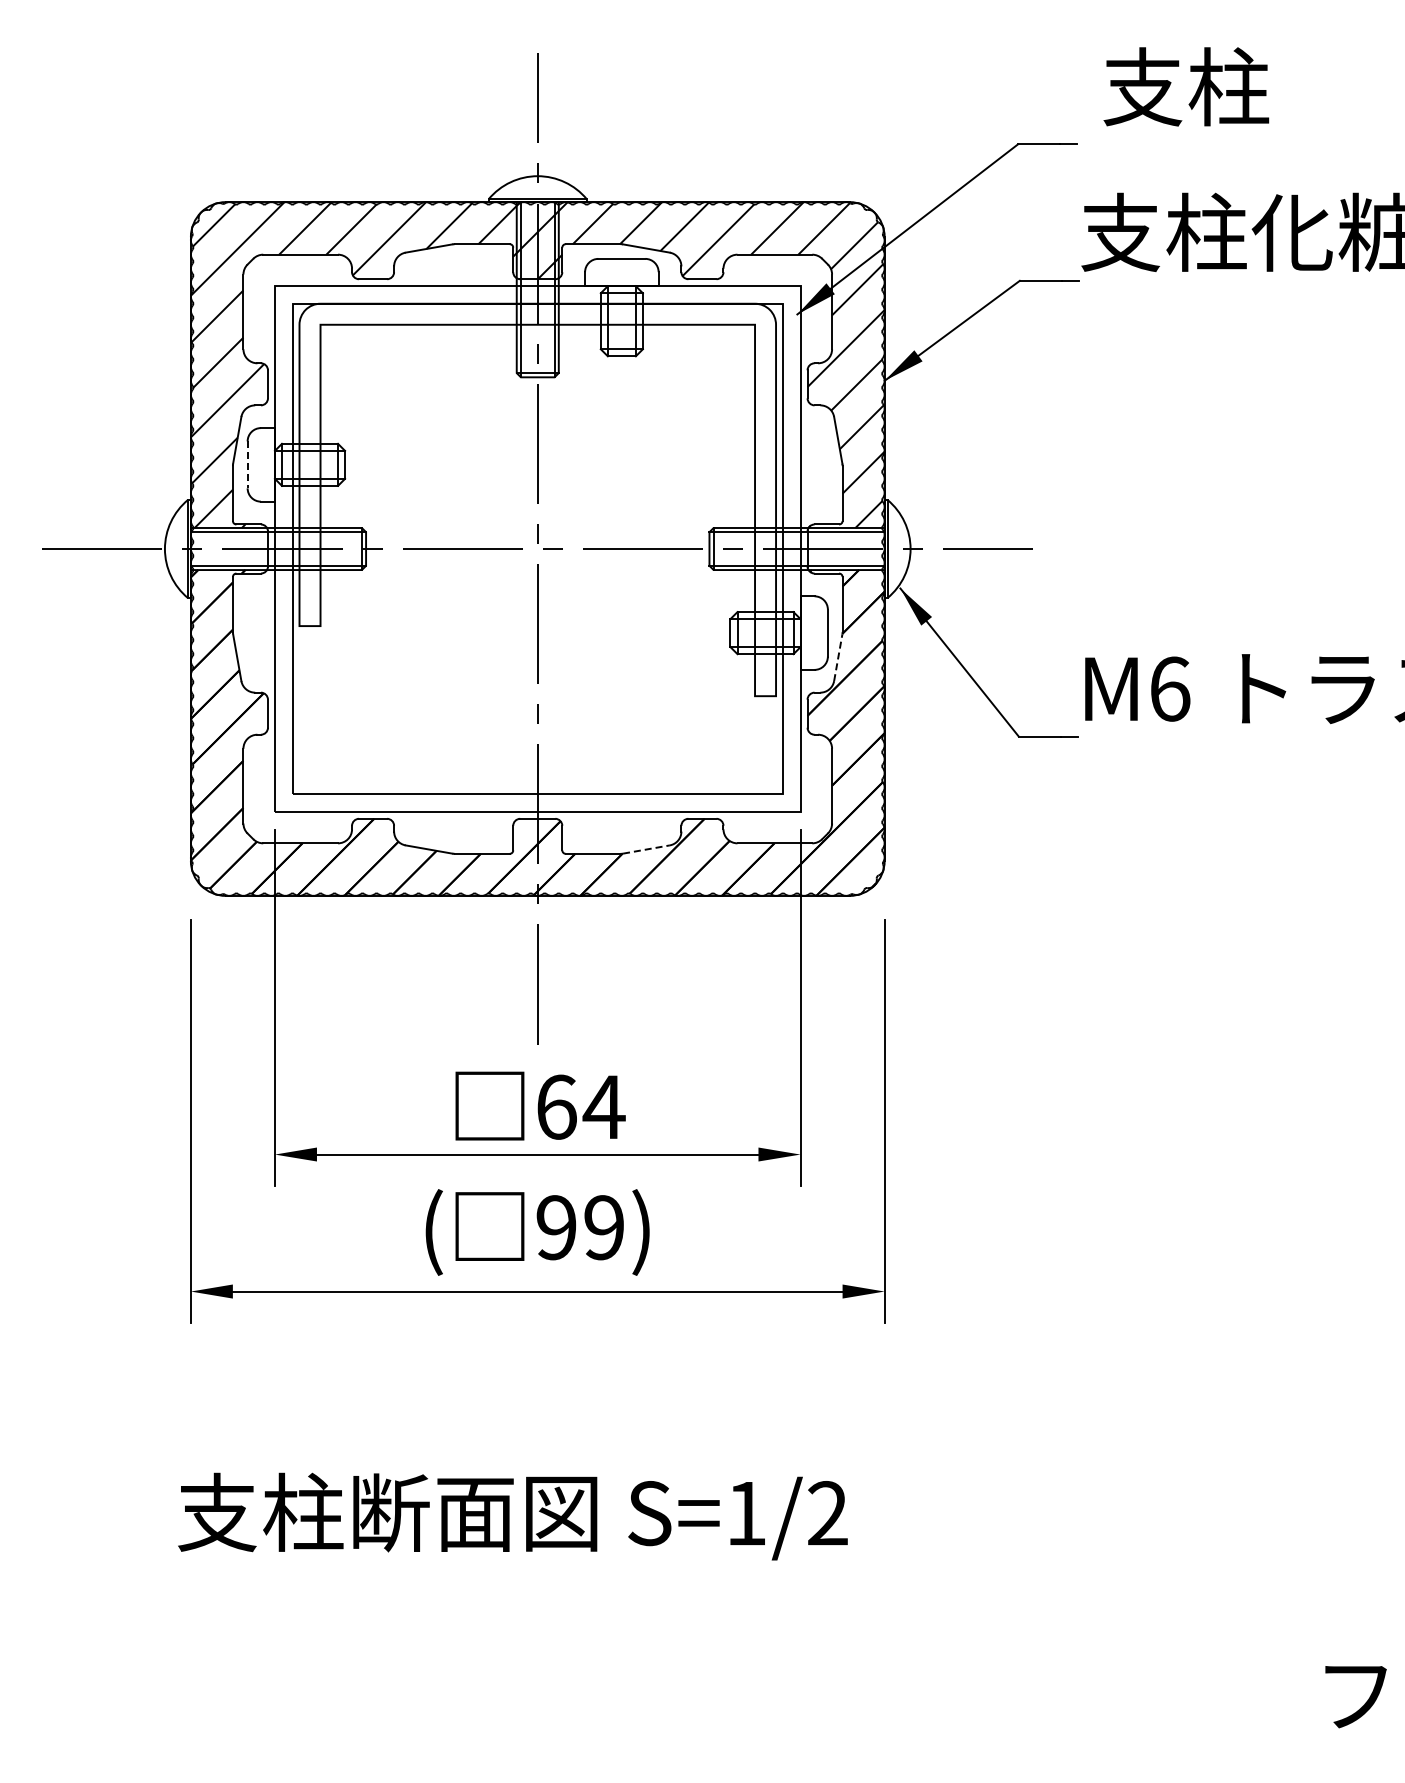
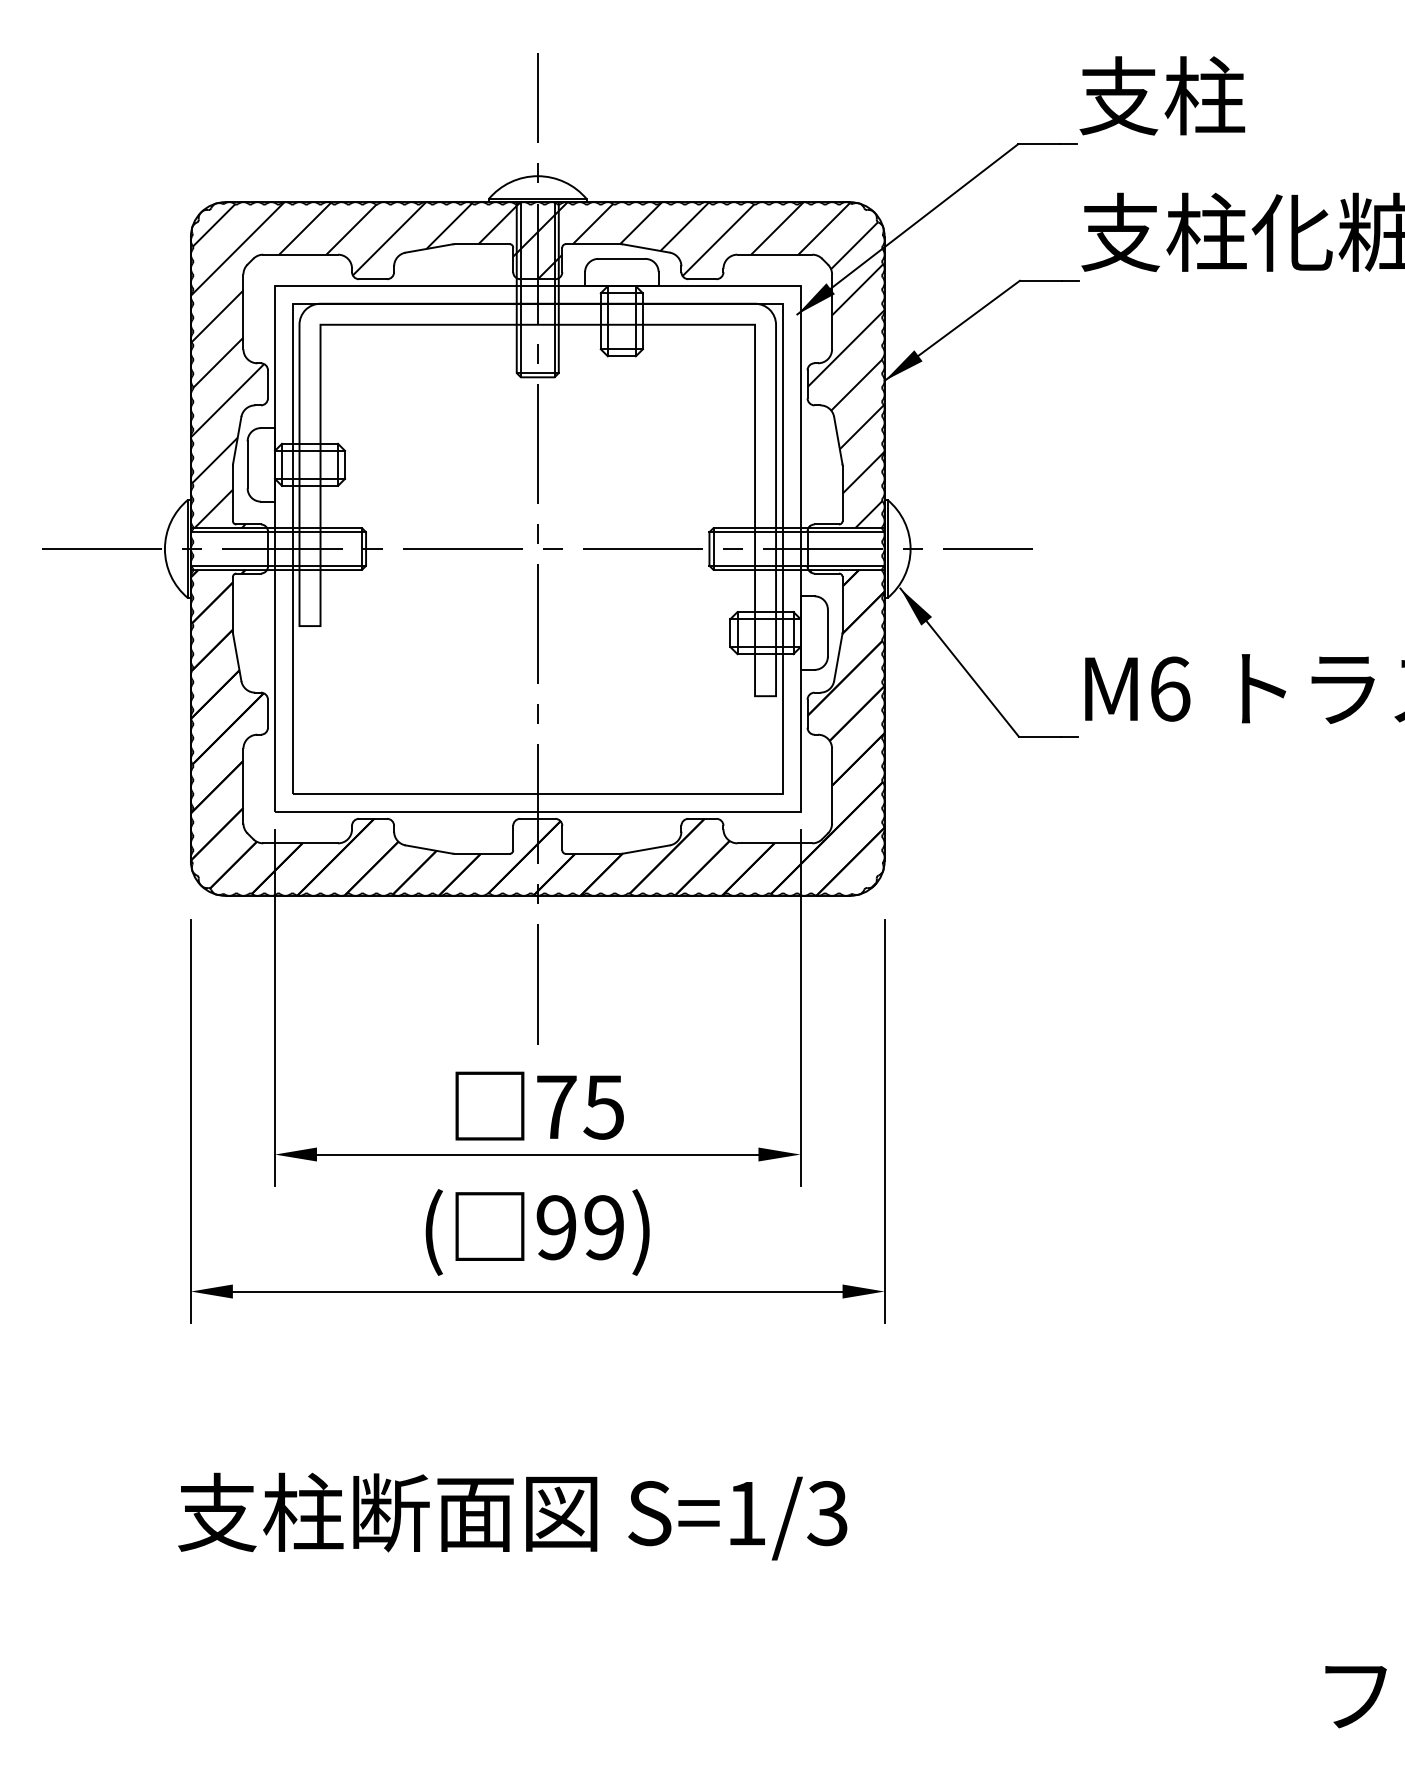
text at (1186, 86) position: (1186, 86) -> (1162, 95)
line at (247, 465): dashed -> solid
line at (838, 657): dashed -> solid
line at (646, 849): dashed -> solid
text at (581, 1106): 64 -> 75
text at (827, 1513): S=1/2 -> S=1/3
